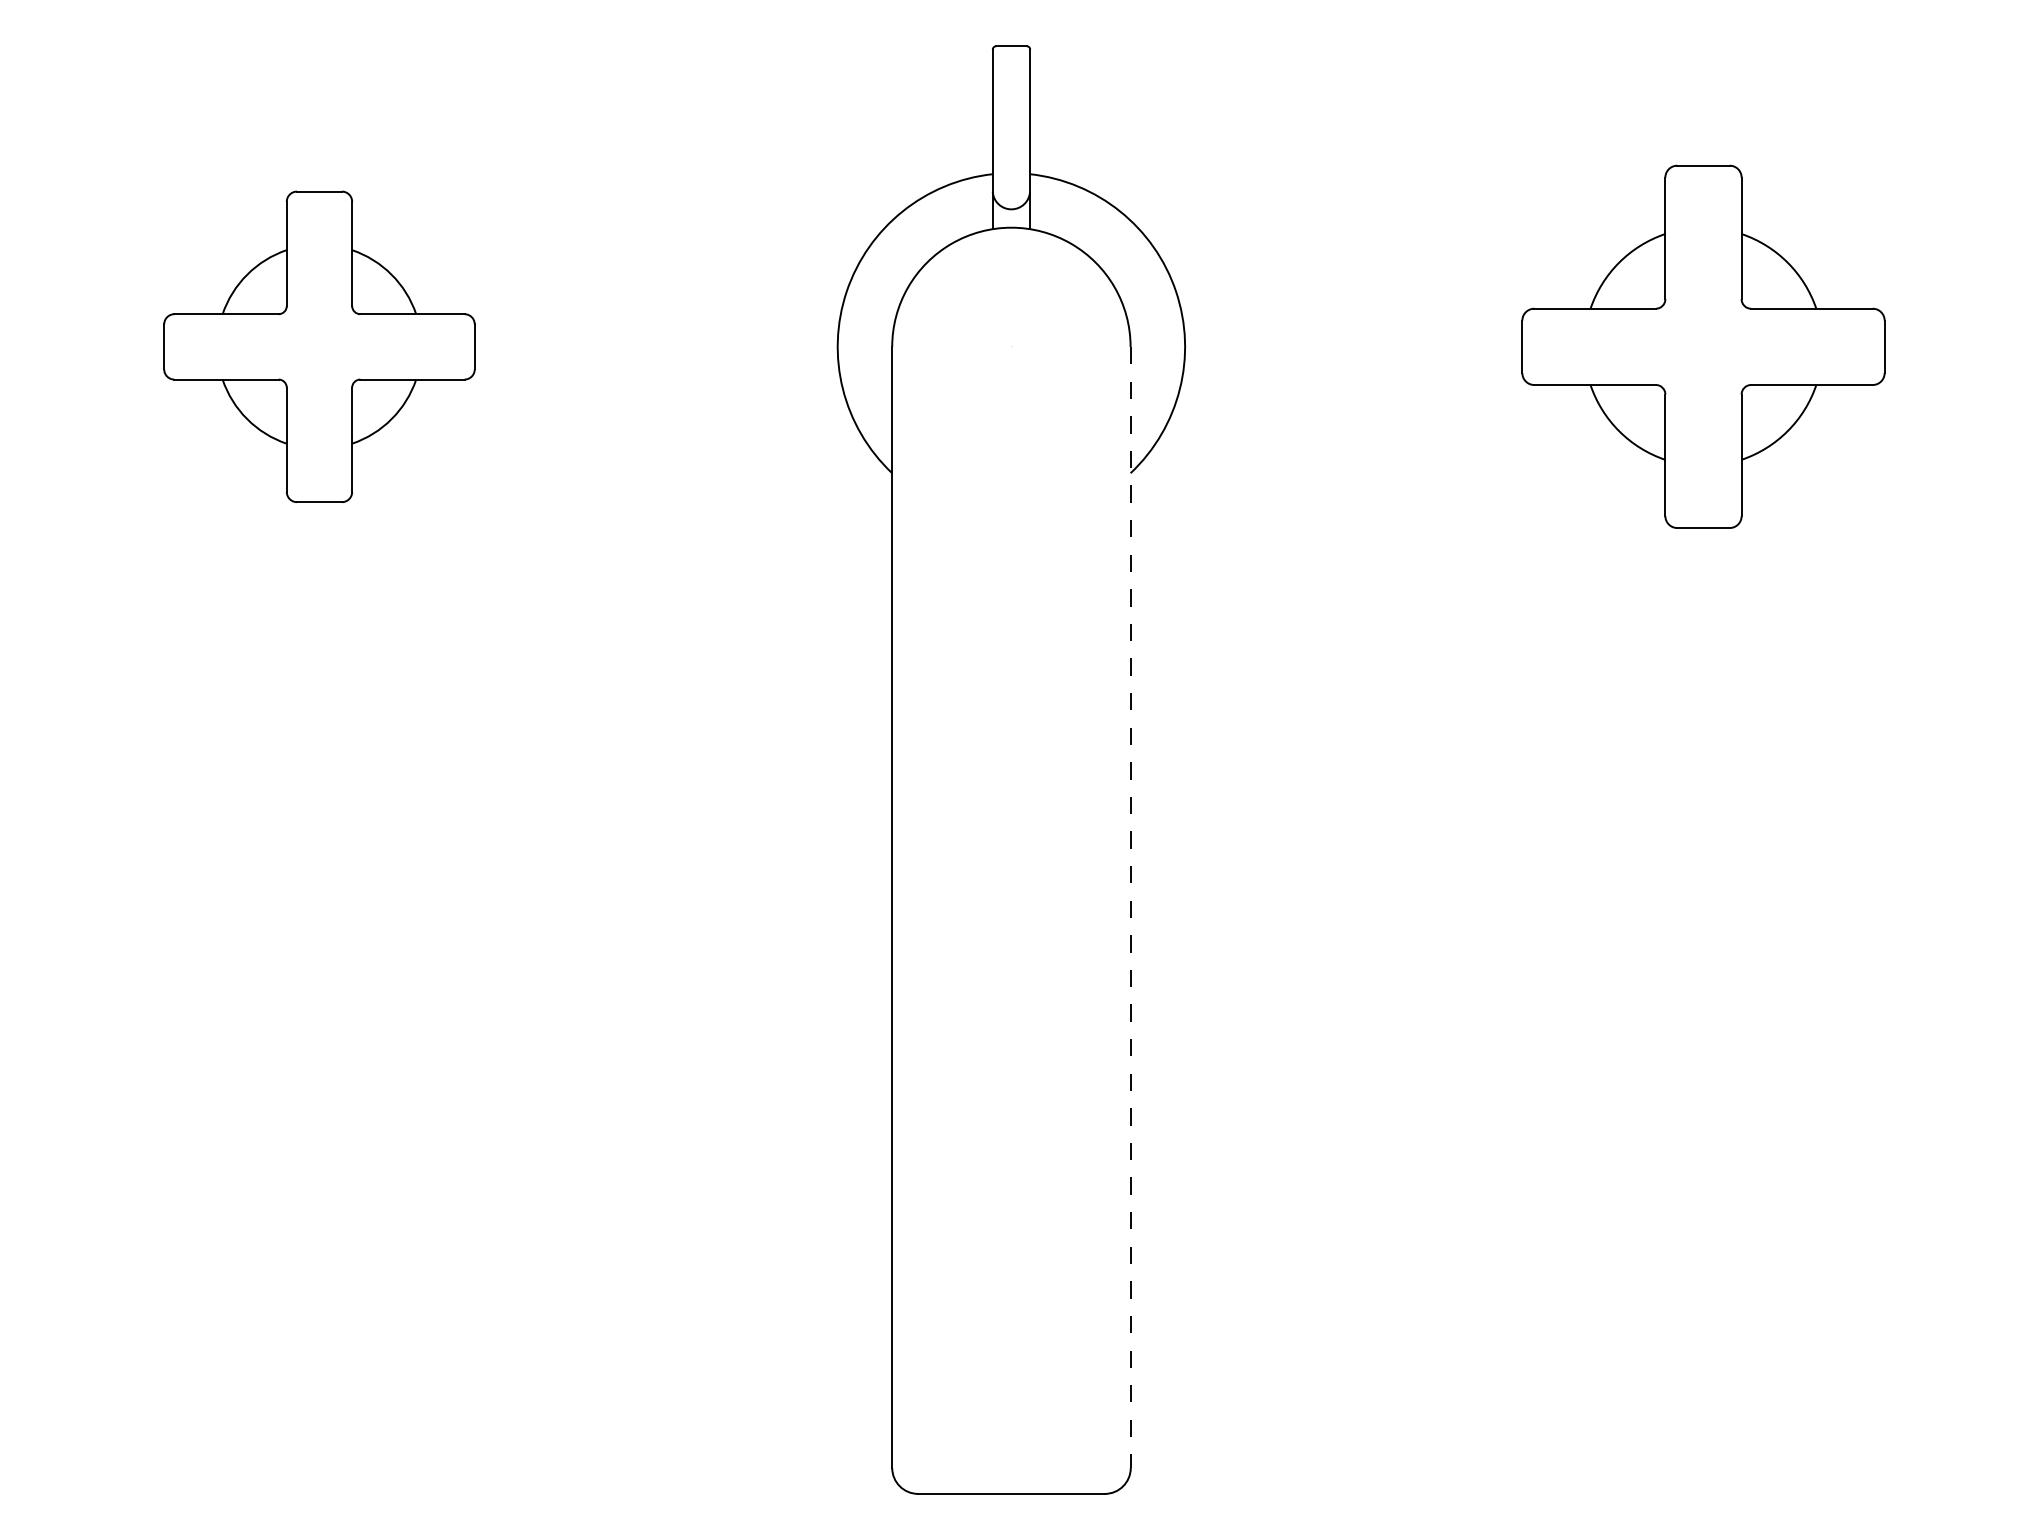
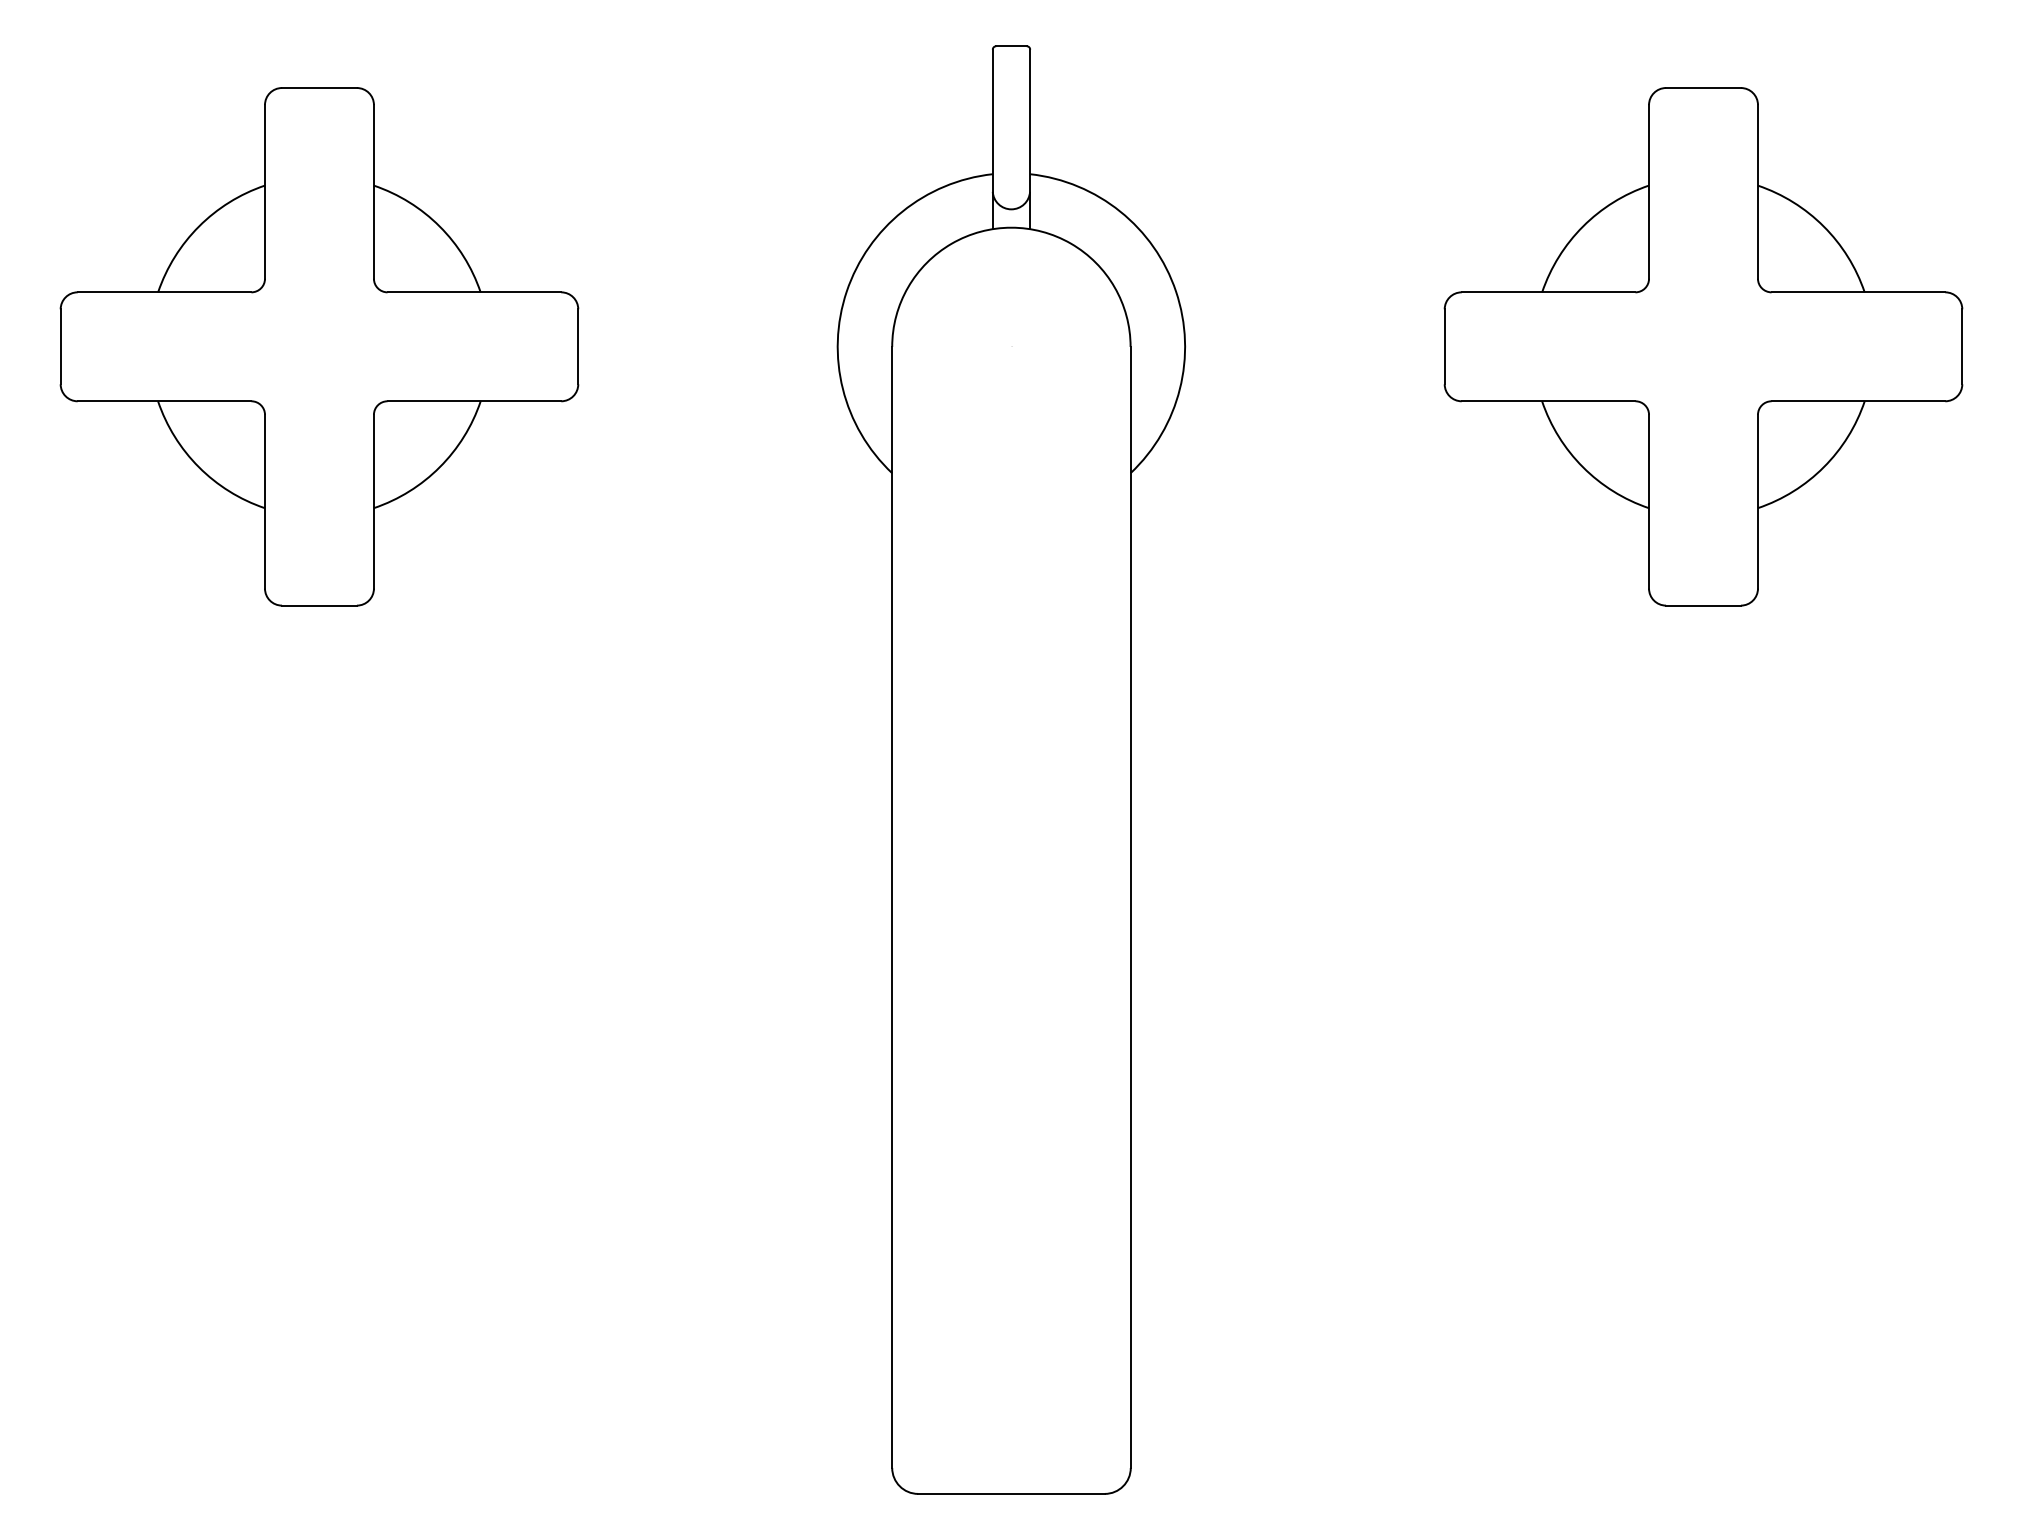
part at (319, 346) size: 313x313 px -> 521x520 px
part at (1703, 346) size: 365x365 px -> 521x520 px
line at (1130, 908): dashed -> solid
